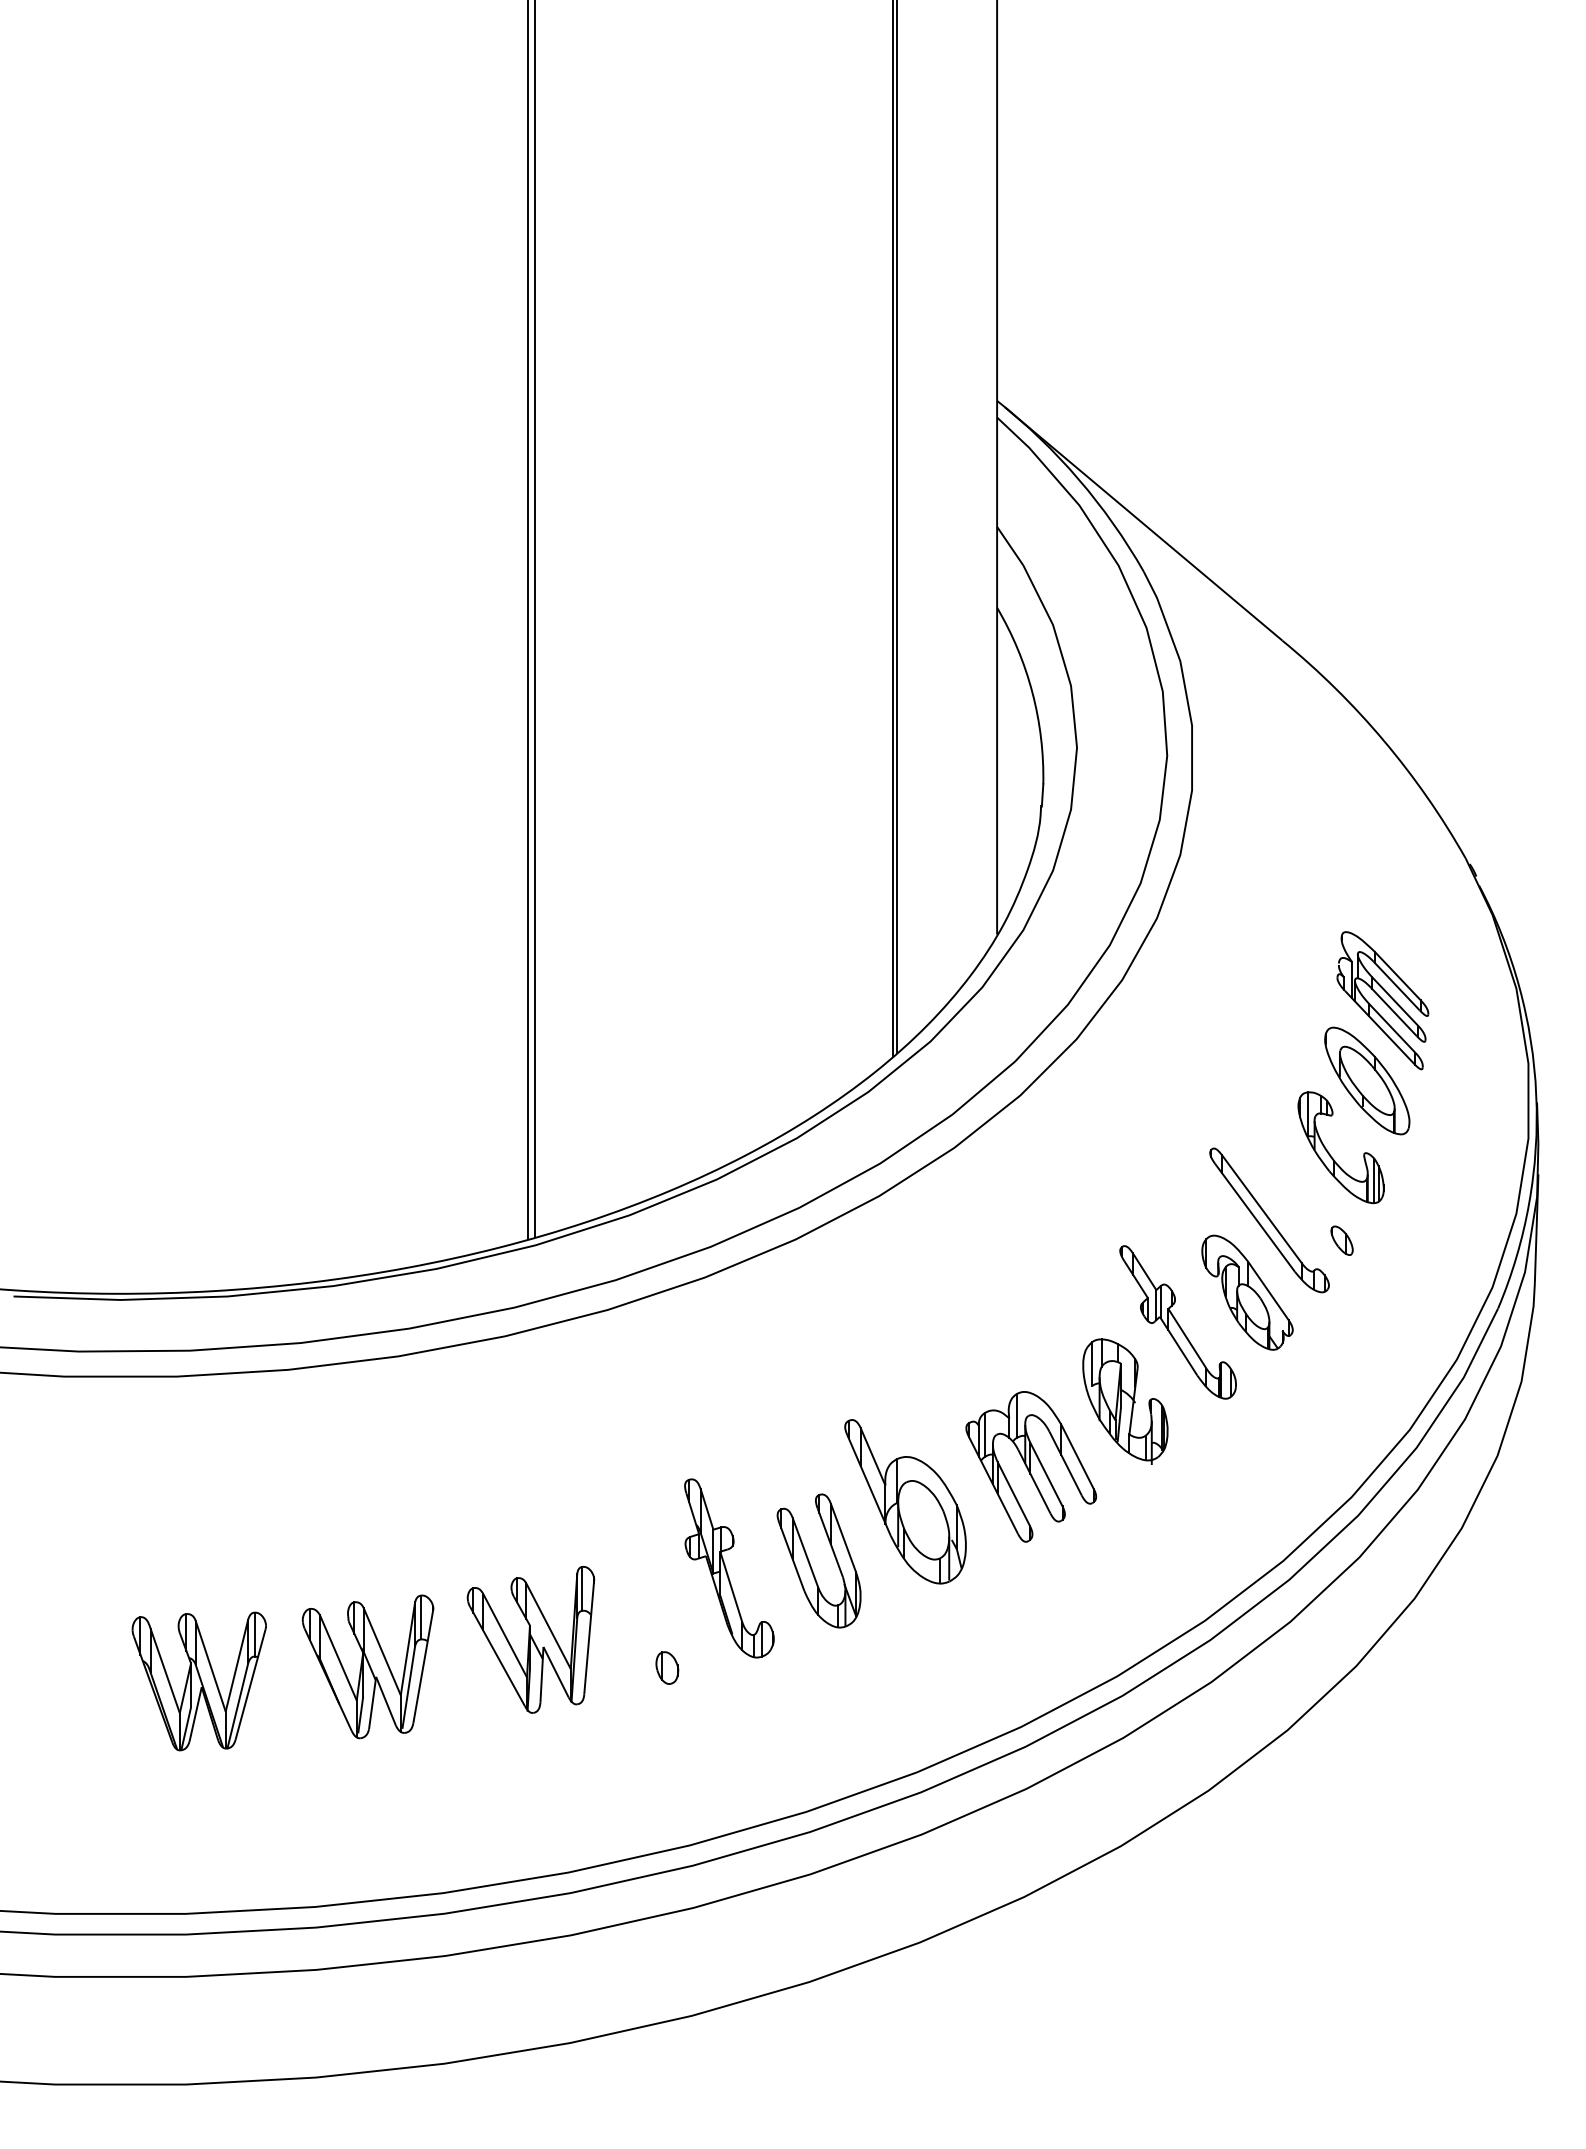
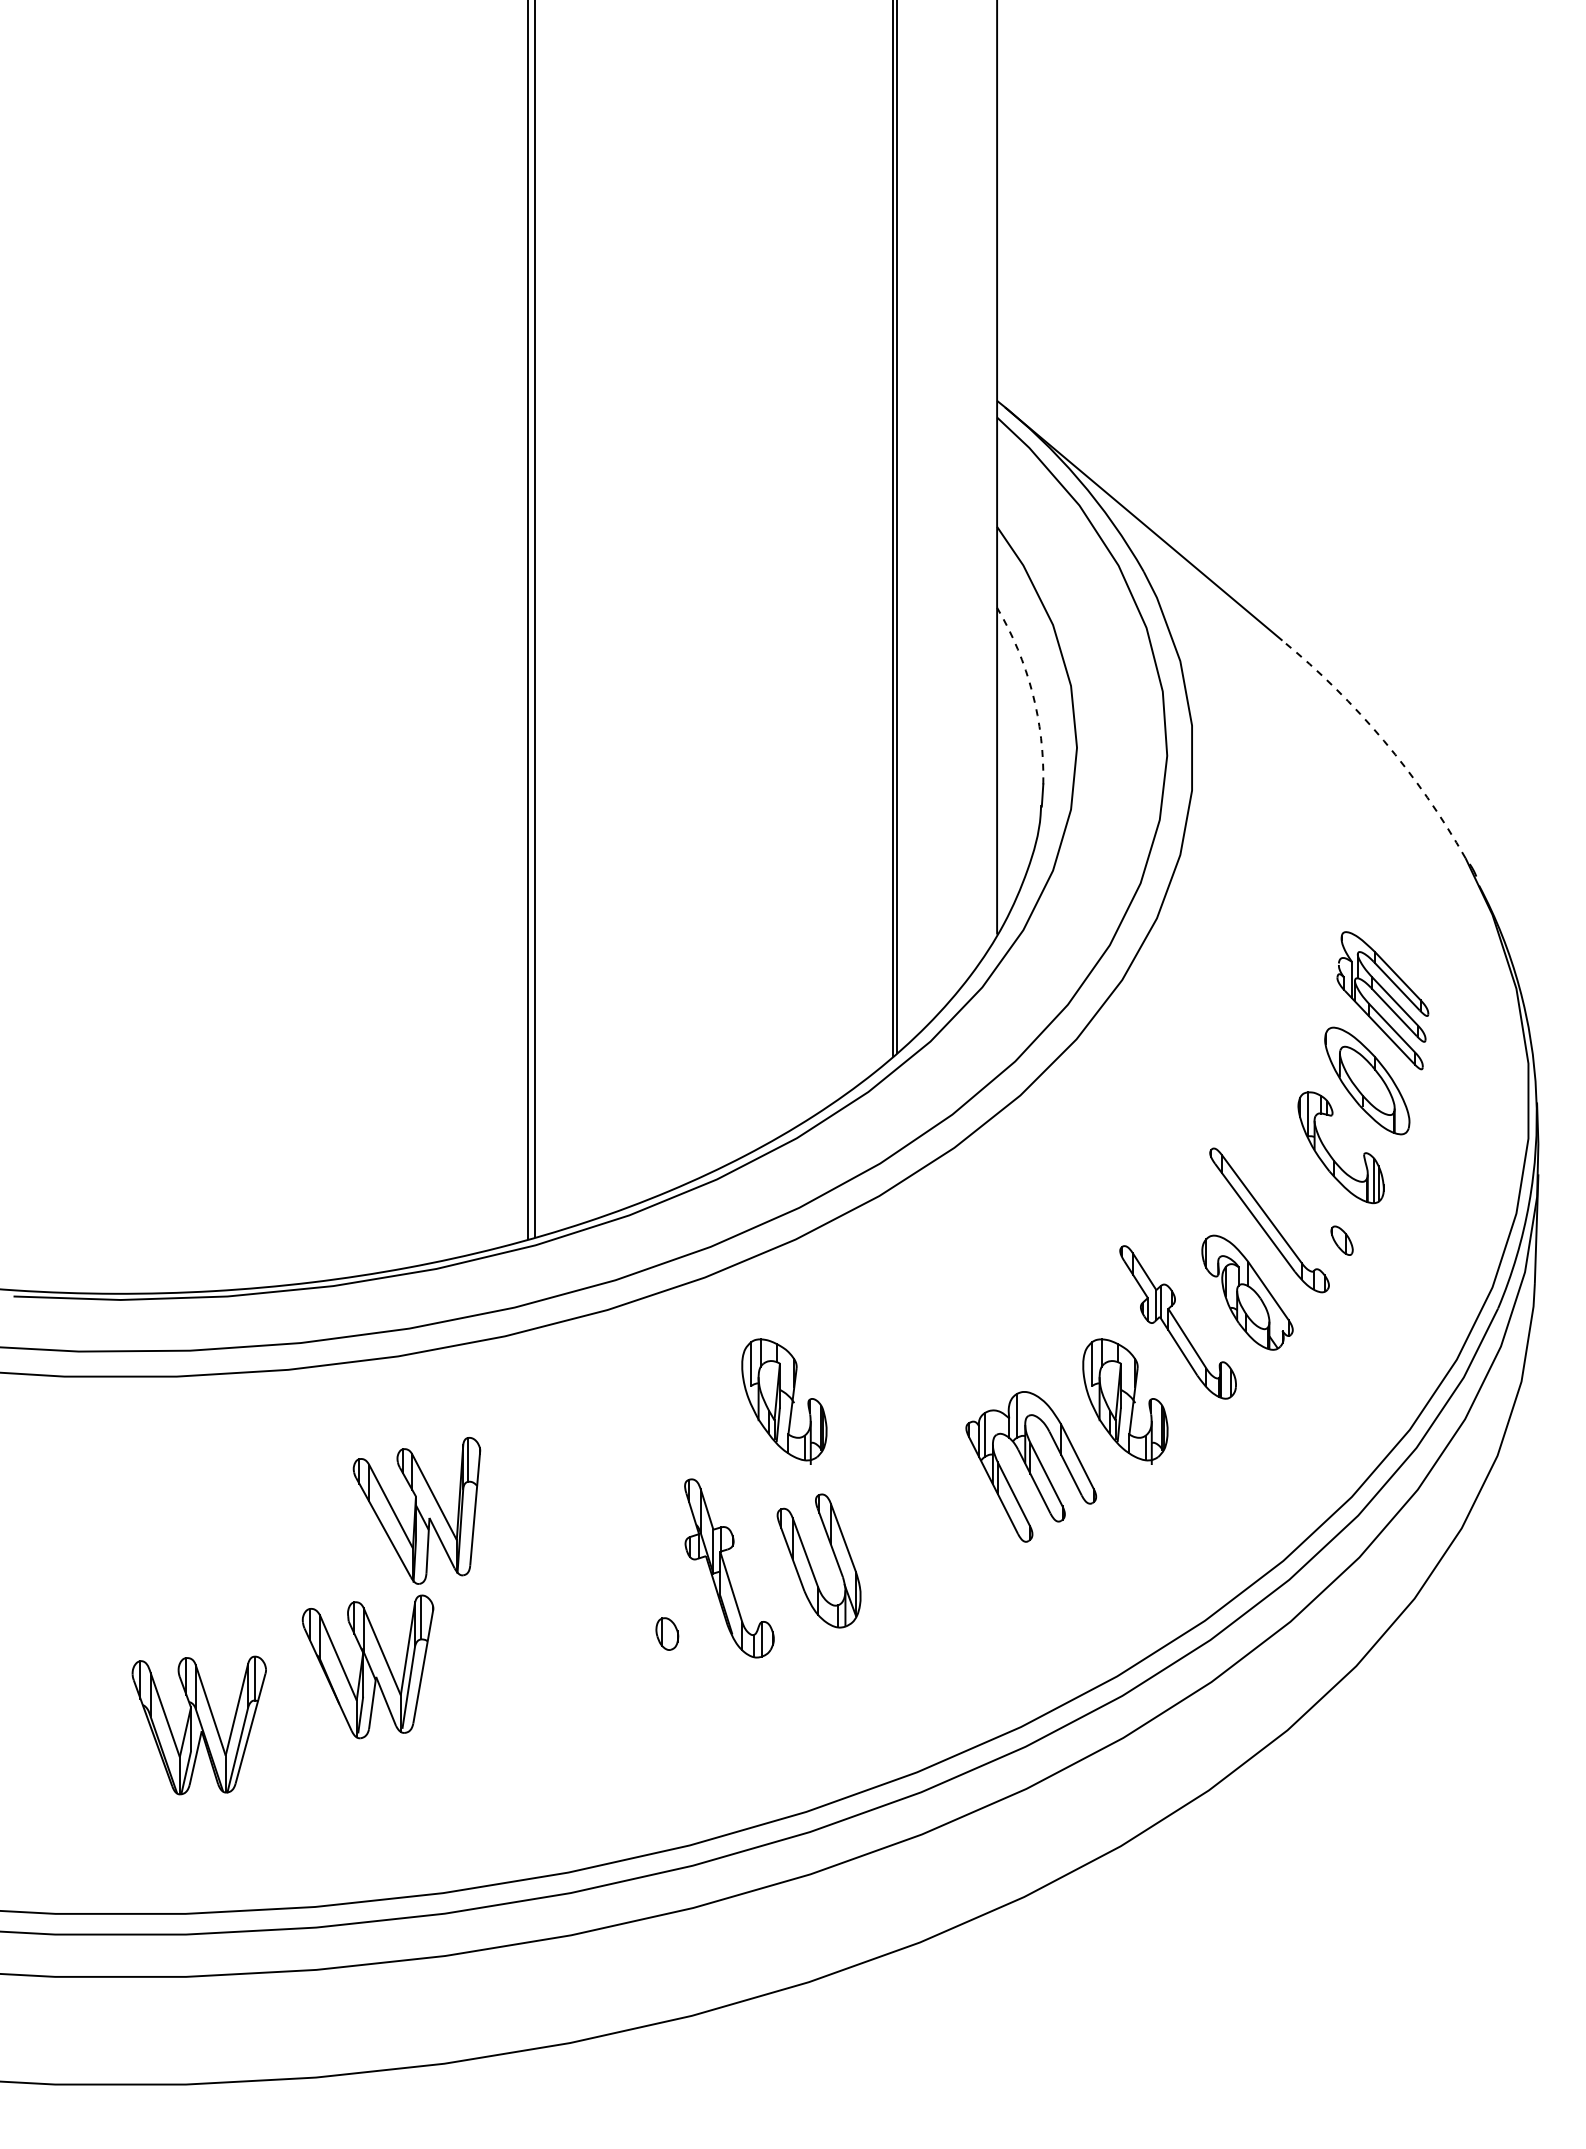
arc at (1032, 692): solid -> dashed
arc at (1384, 740): solid -> dashed
part at (784, 1401): none -> present
part at (905, 1501): present -> none
part at (530, 1639) position: (530, 1639) -> (416, 1510)
part at (667, 1667) position: (667, 1667) -> (667, 1633)
part at (198, 1681) position: (198, 1681) -> (198, 1725)
